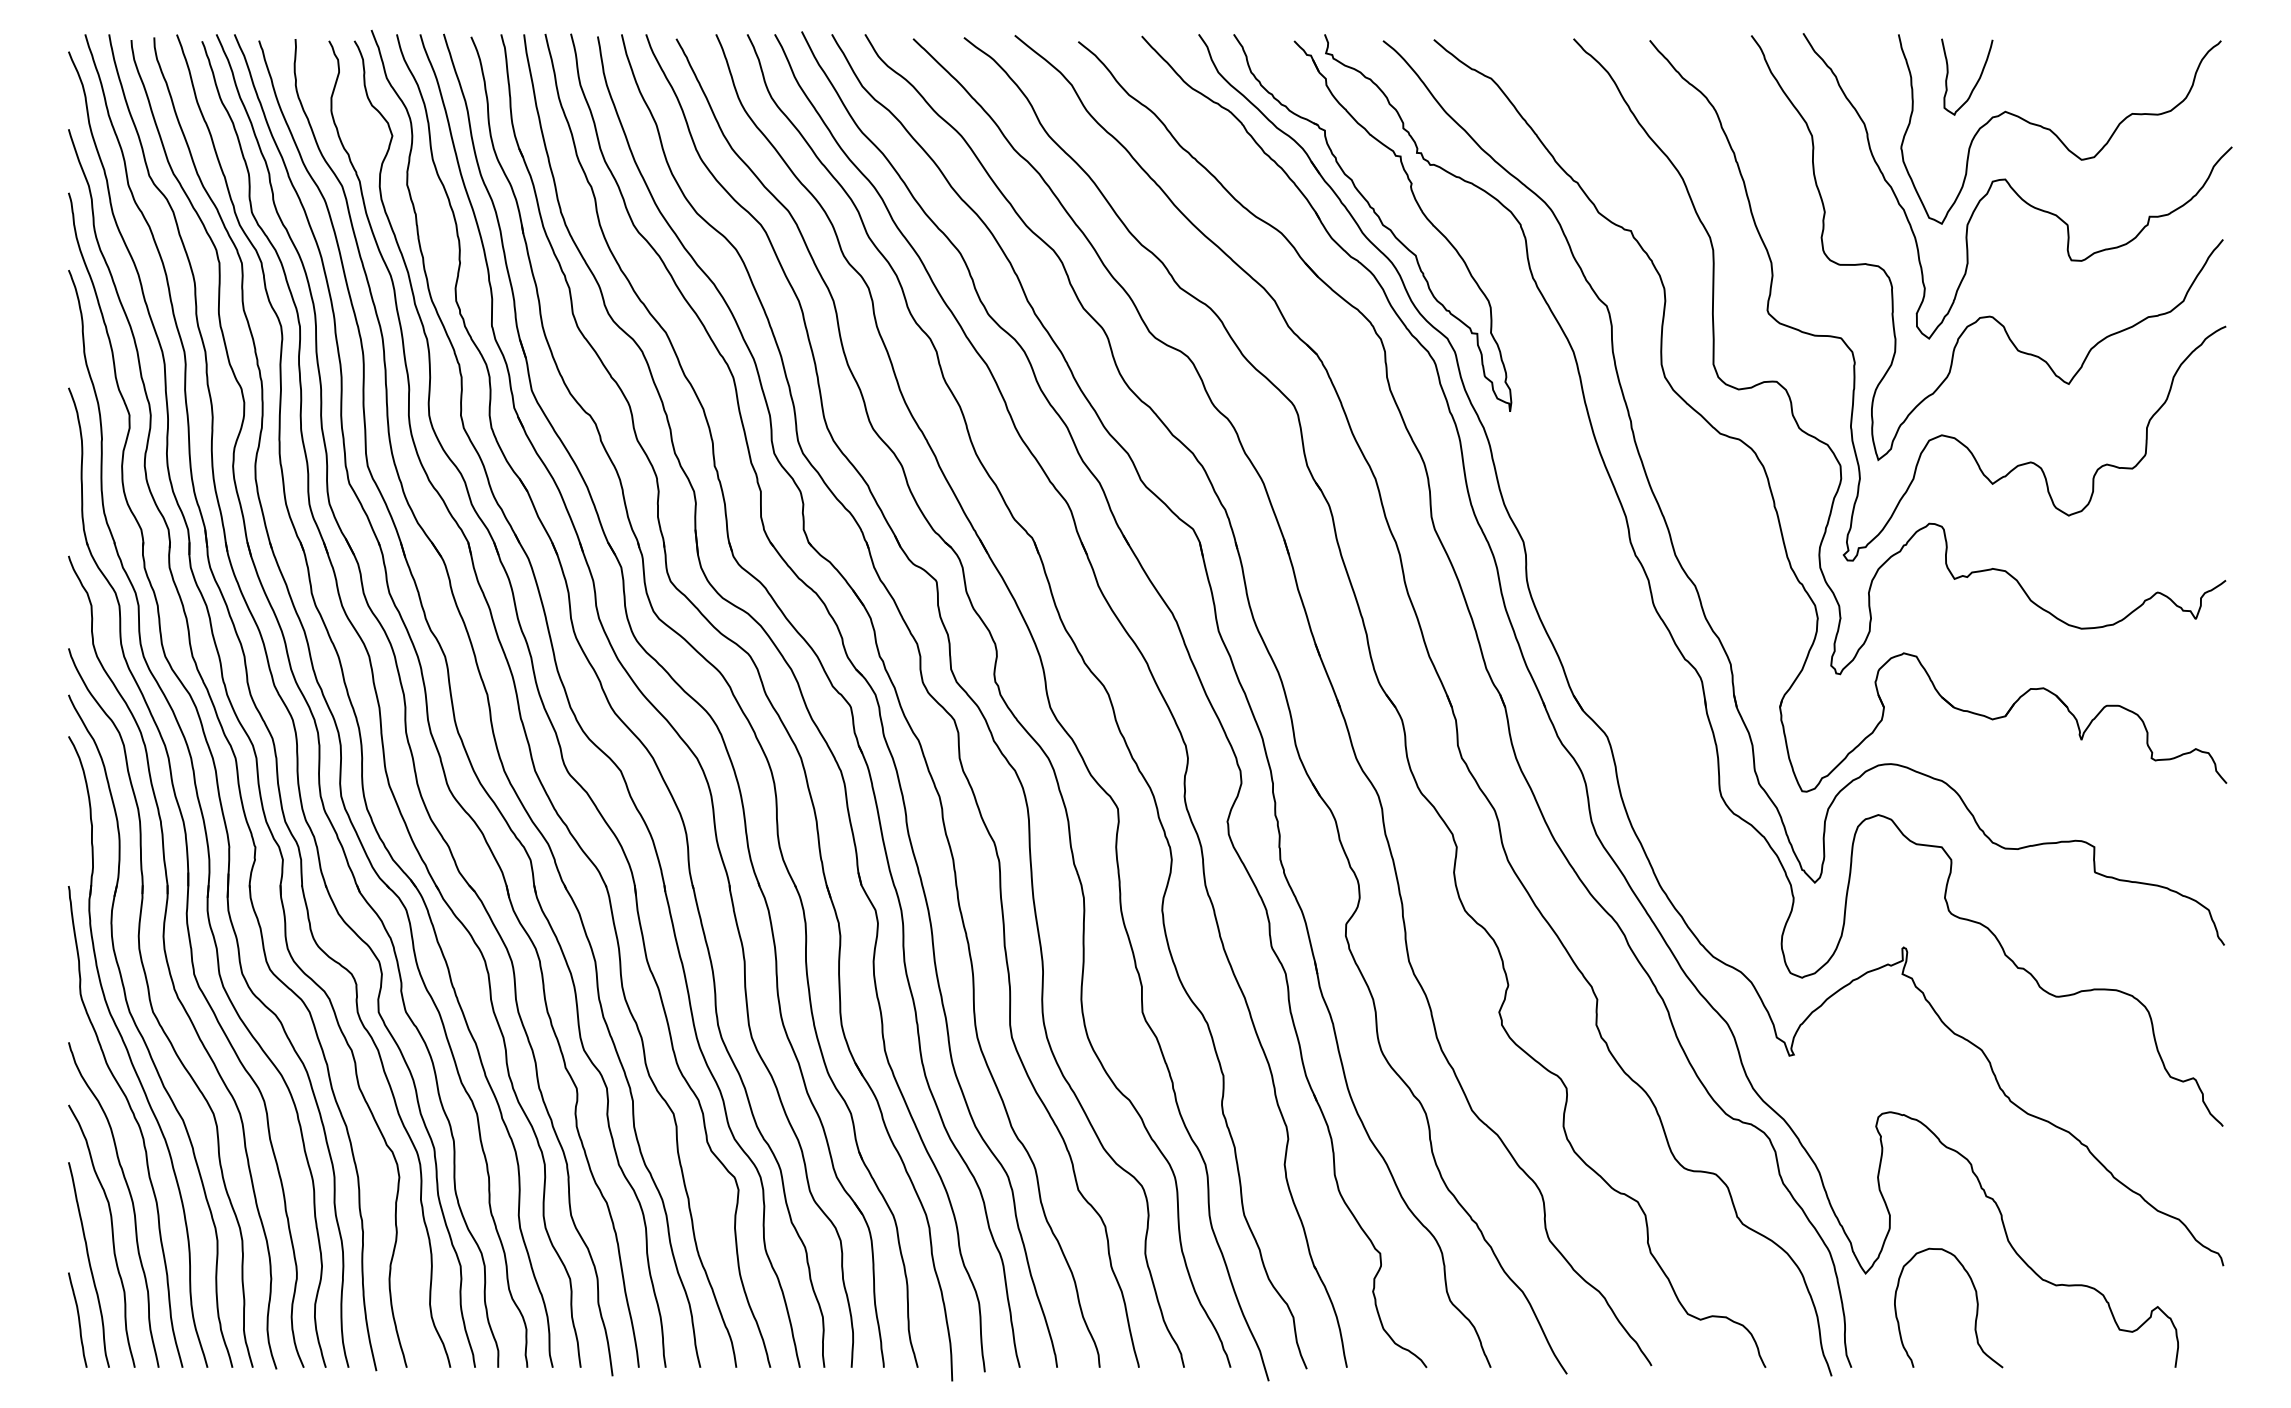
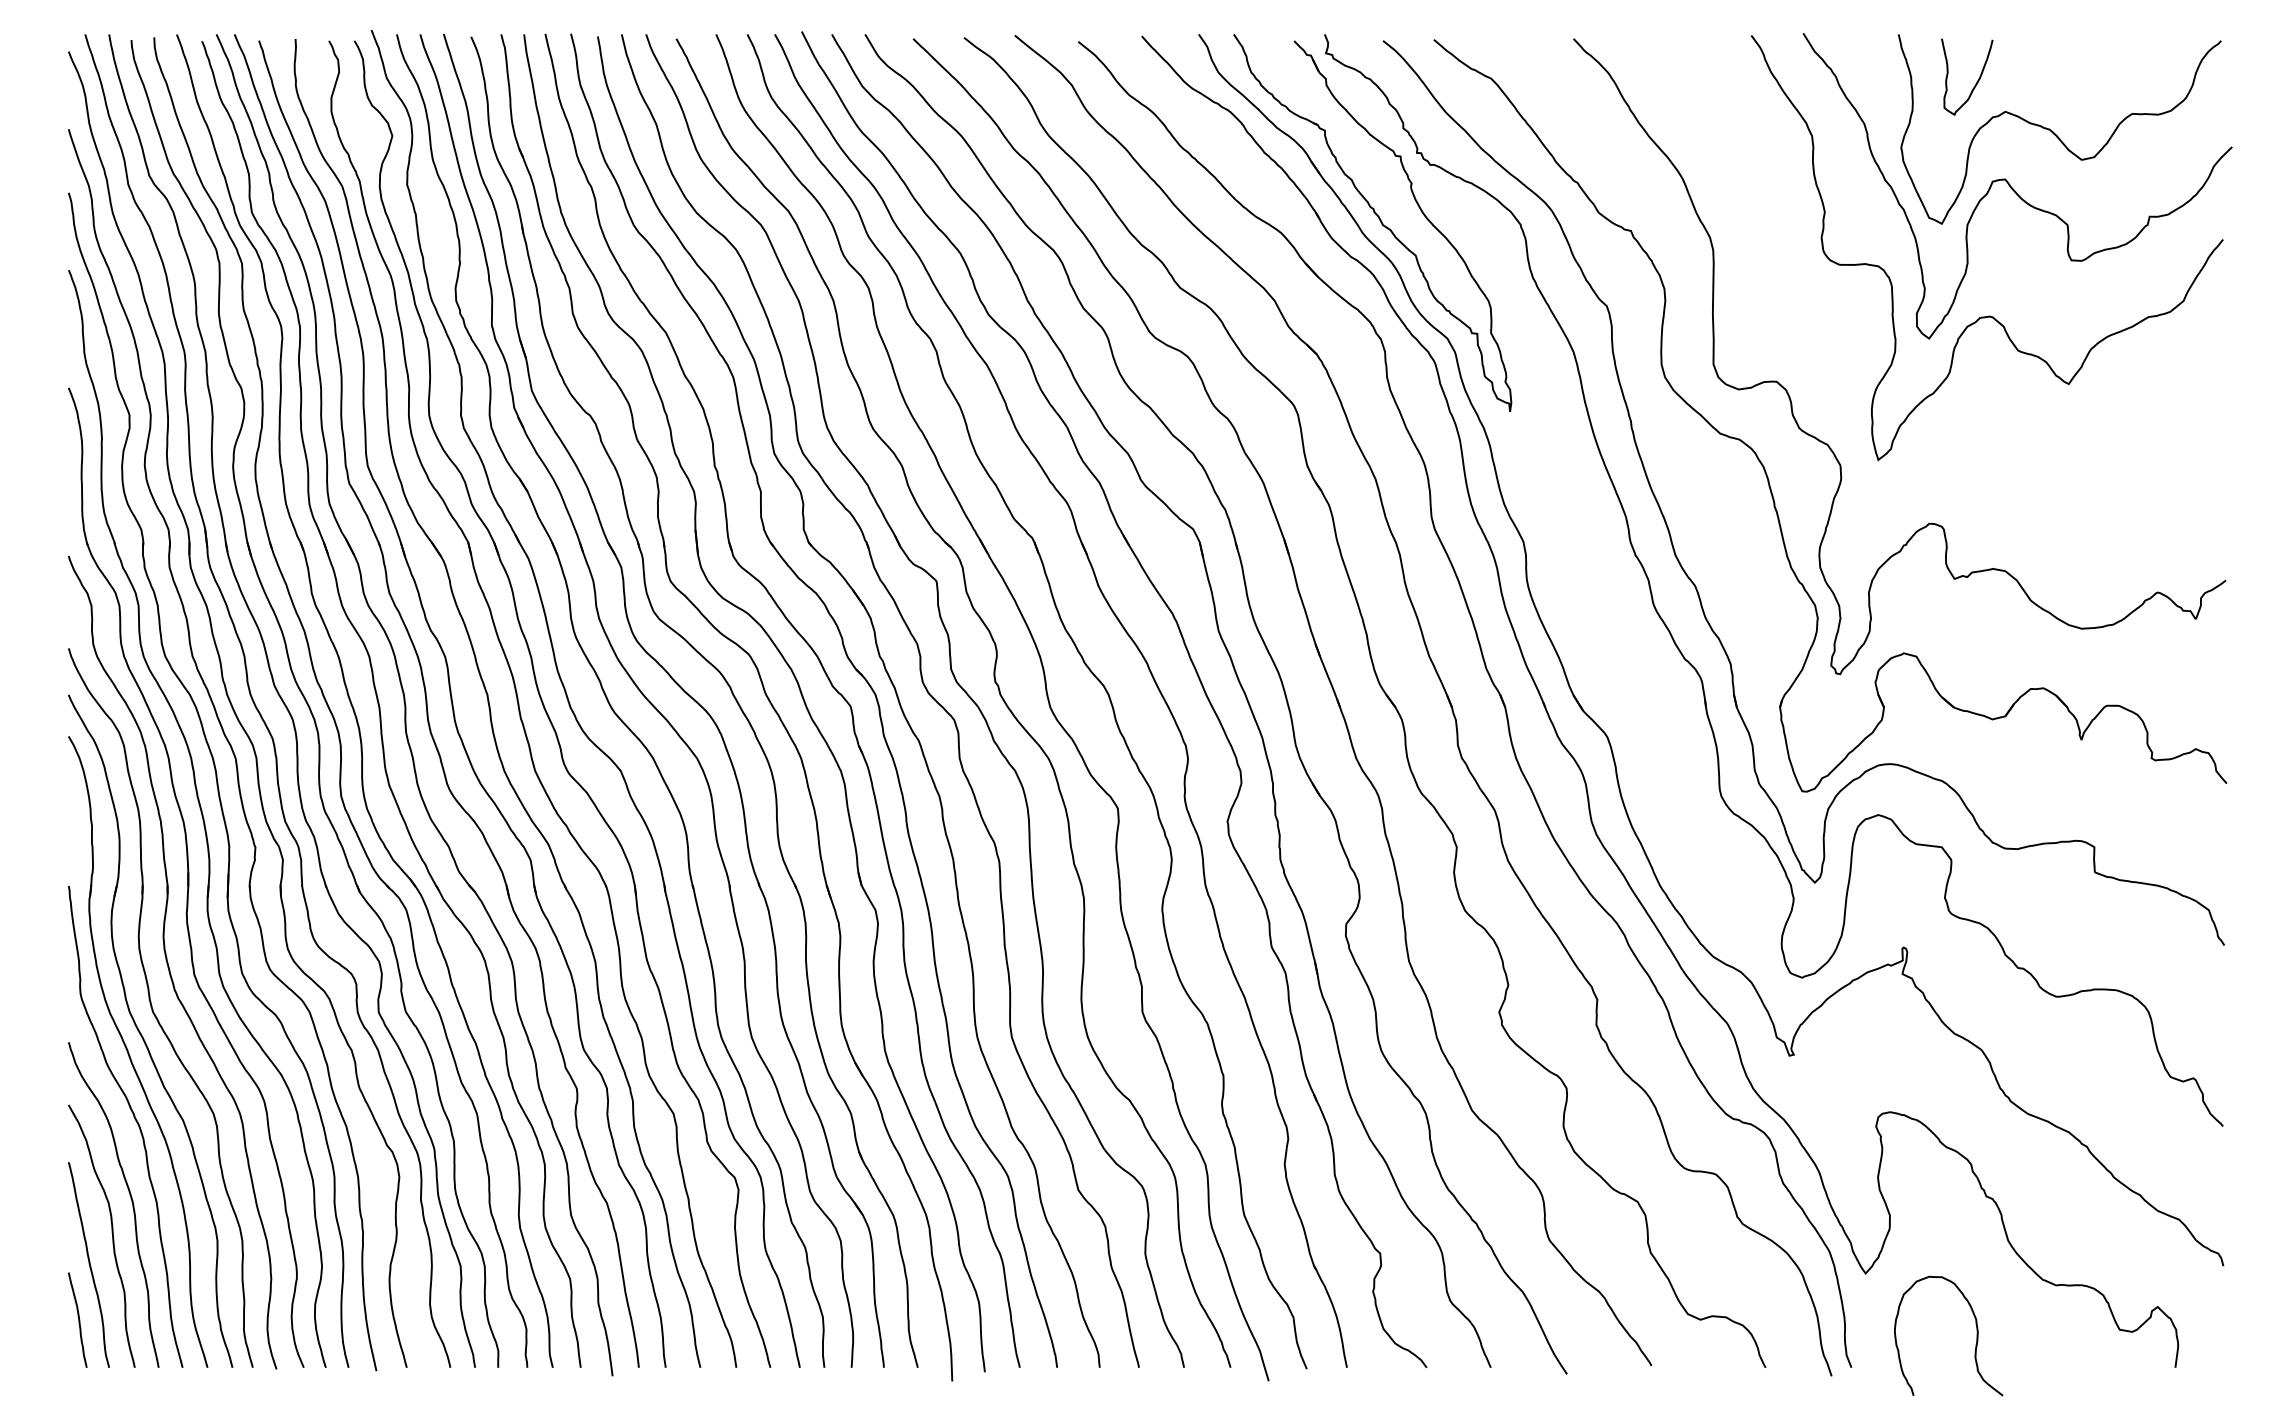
curve at (1853, 351): present -> none
curve at (1976, 1307) position: (1976, 1307) -> (1976, 1335)
